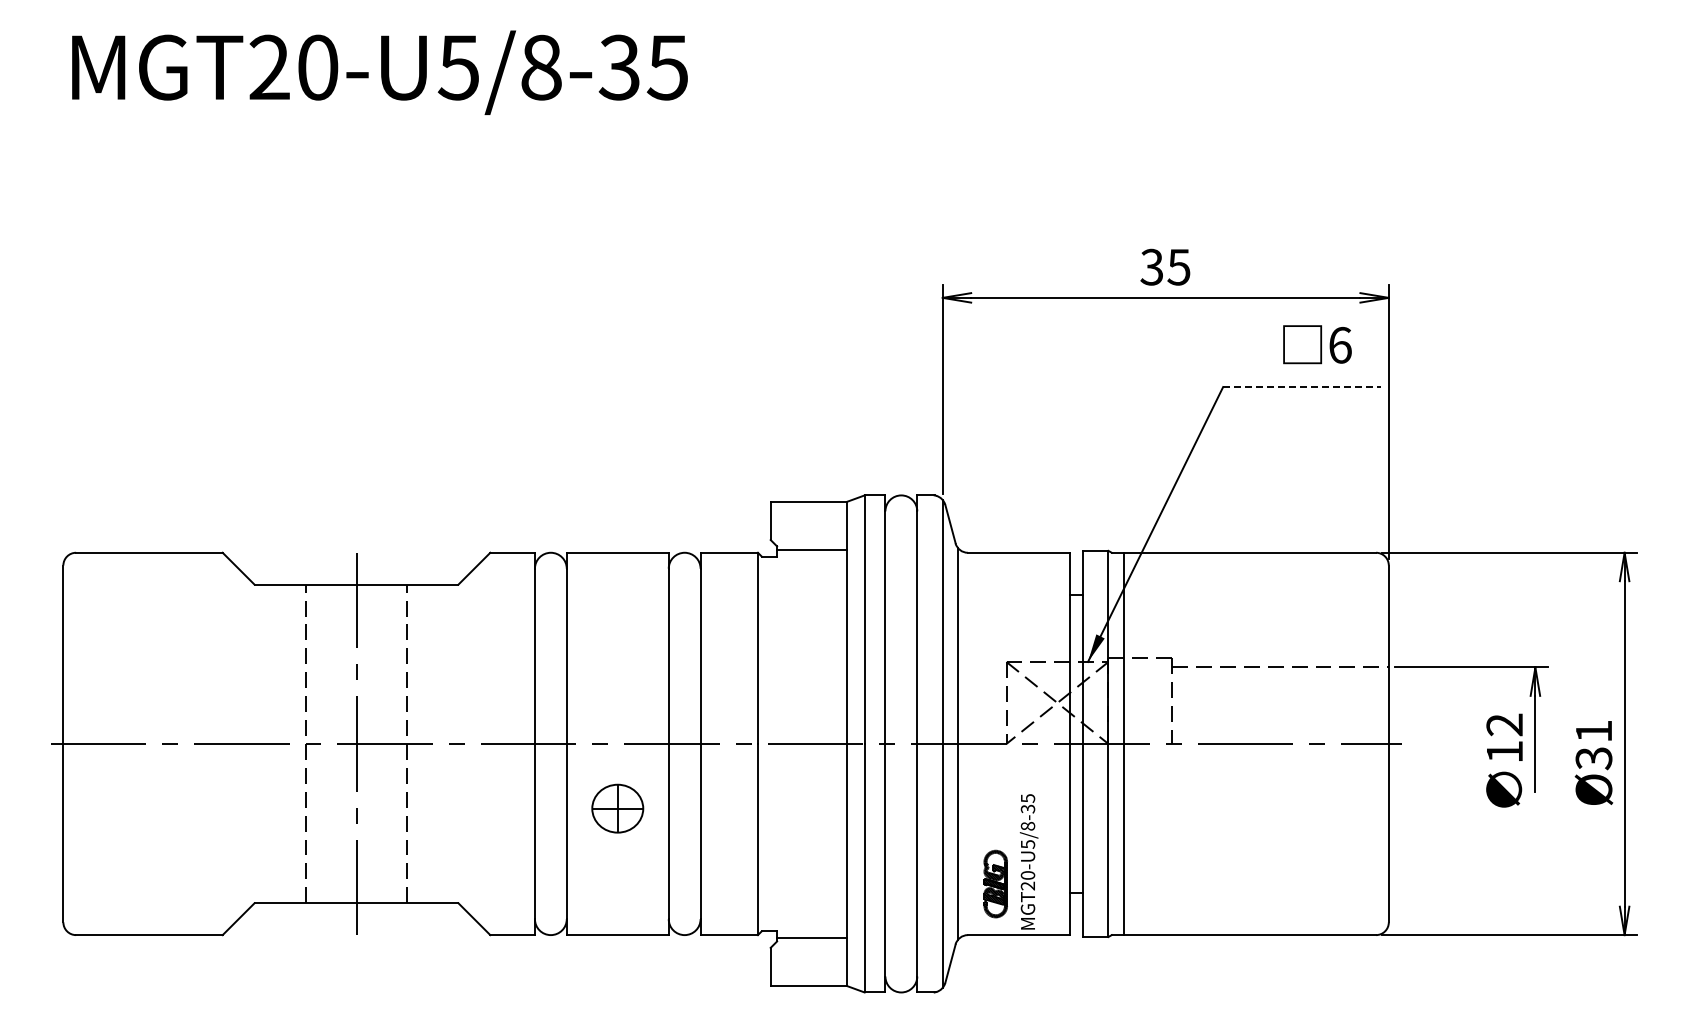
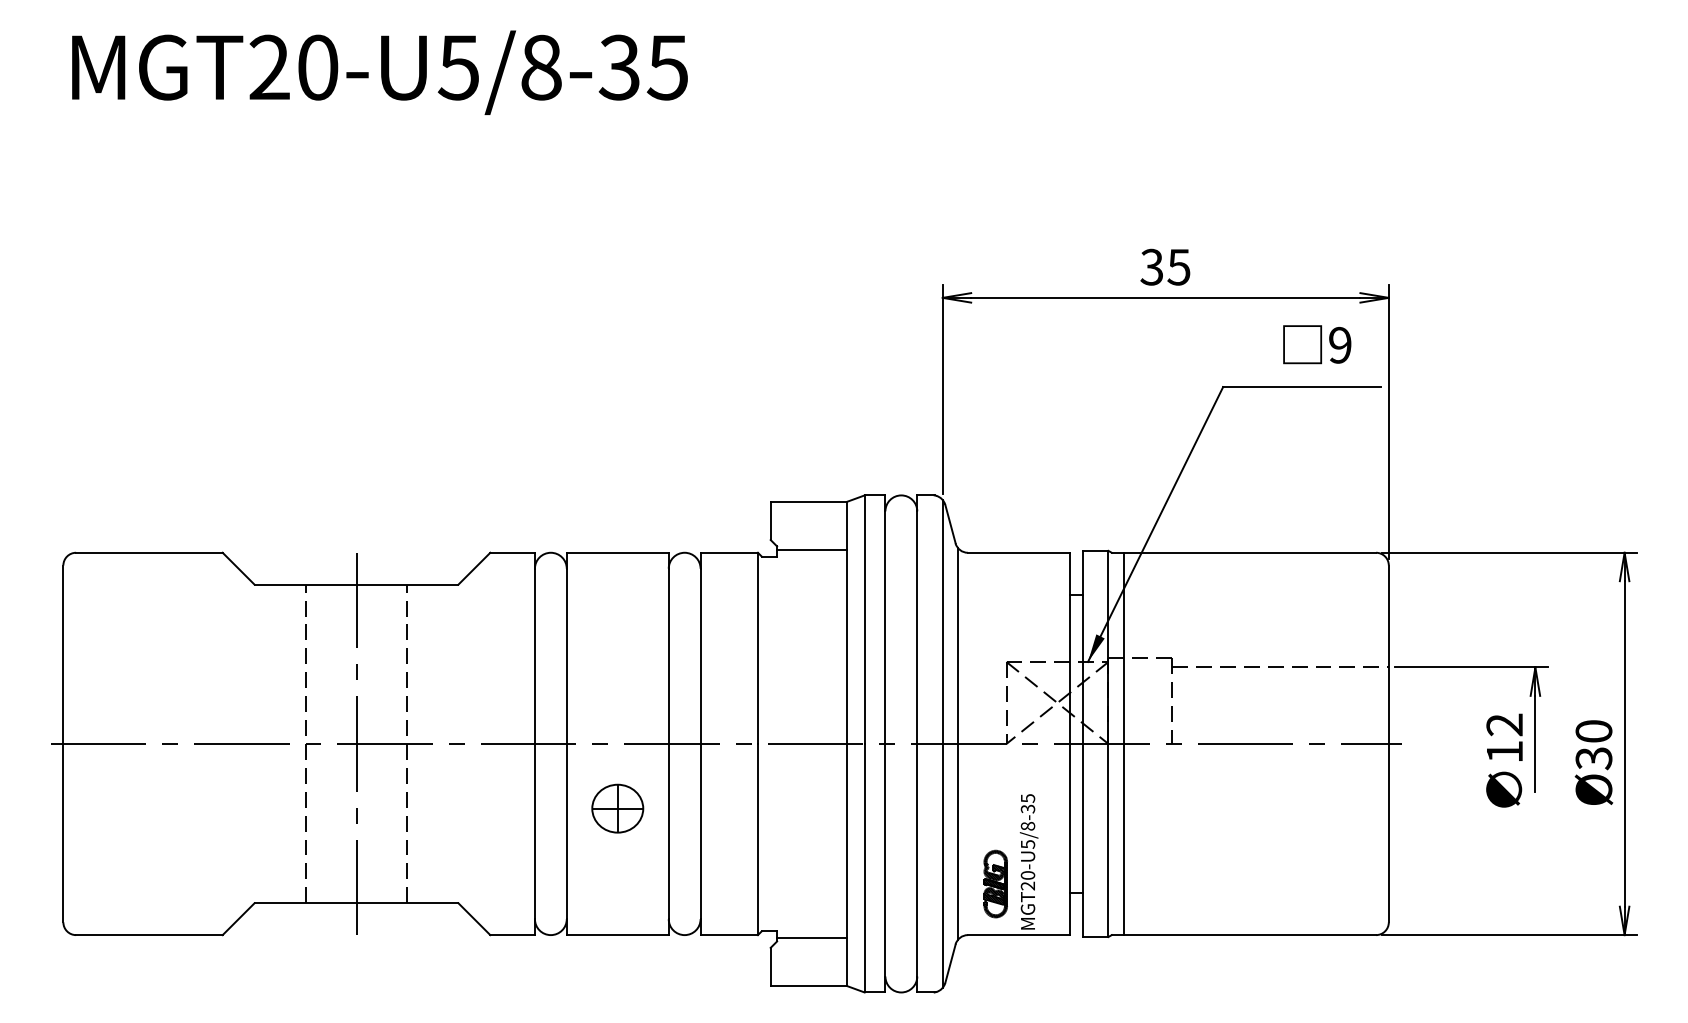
text at (1340, 344): 6 -> 9
line at (1302, 387): dashed -> solid
text at (1593, 731): Ø31 -> Ø30
